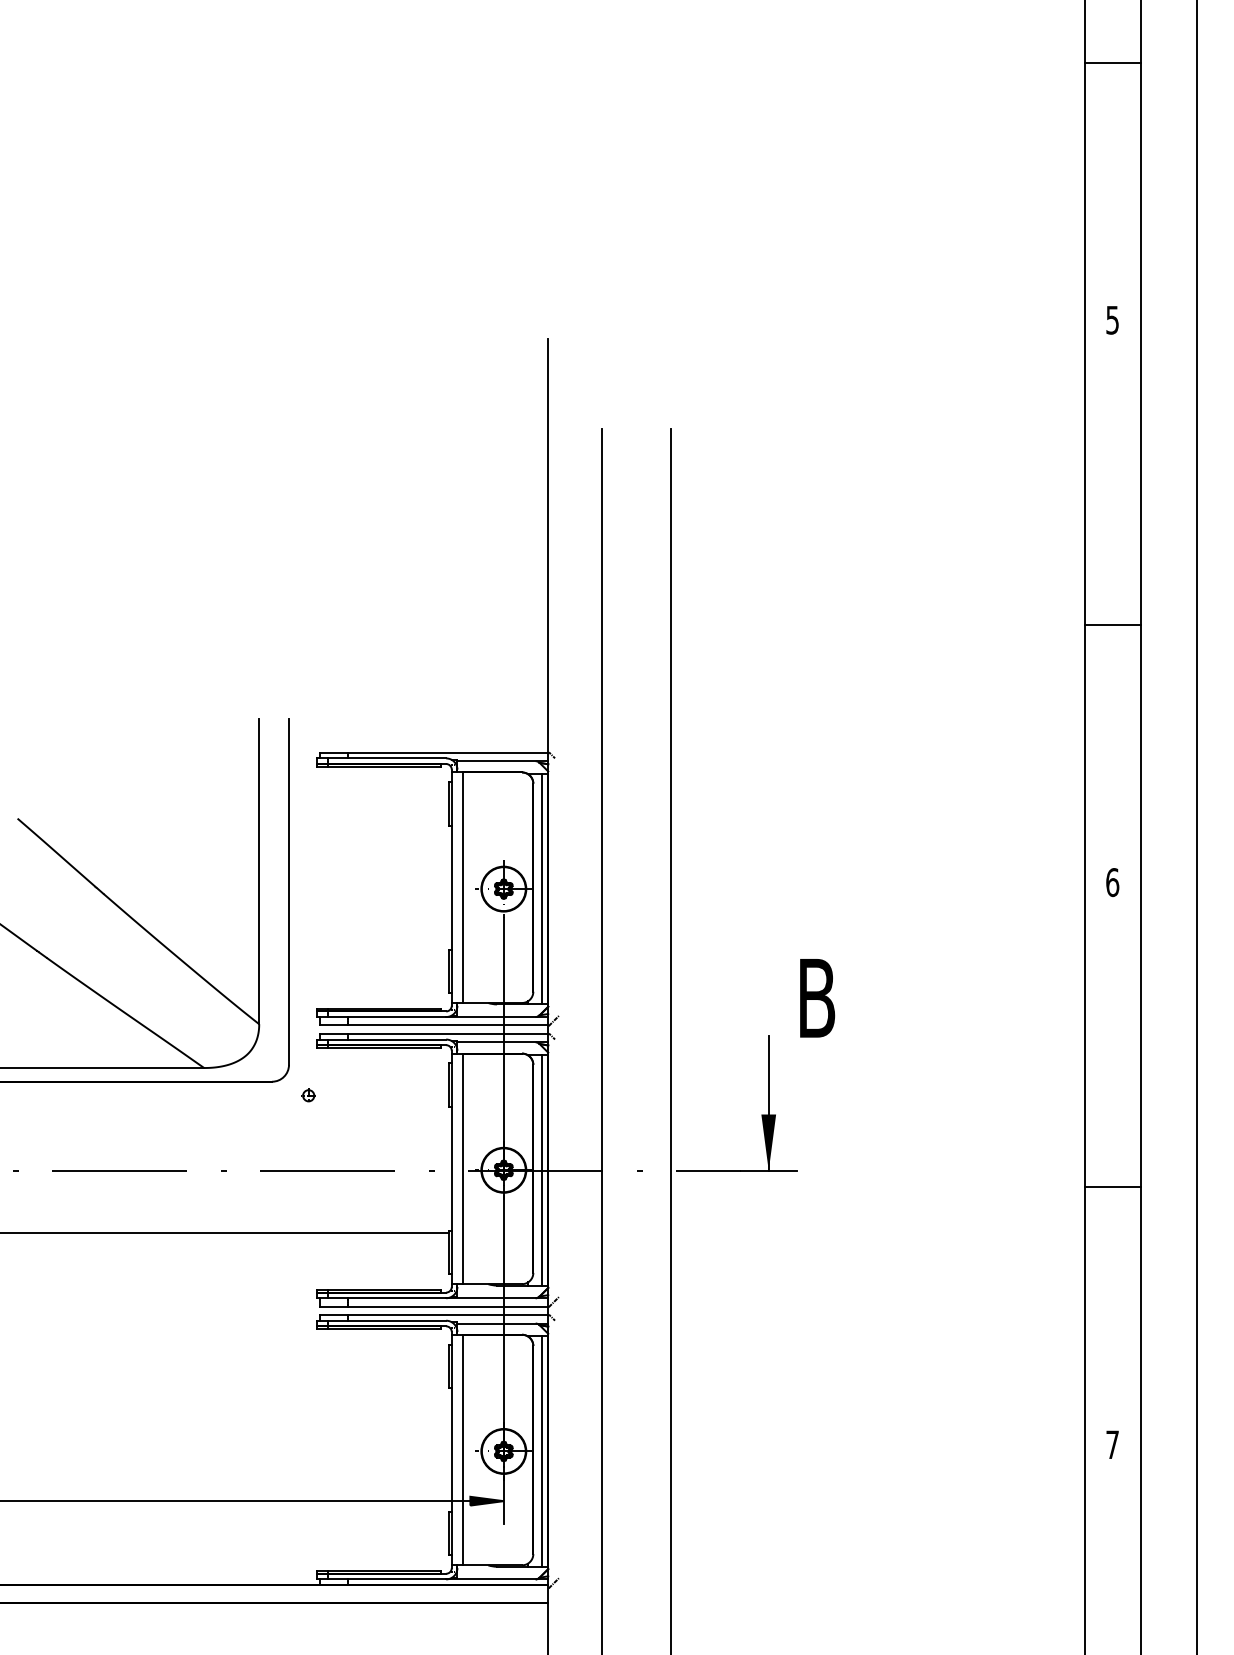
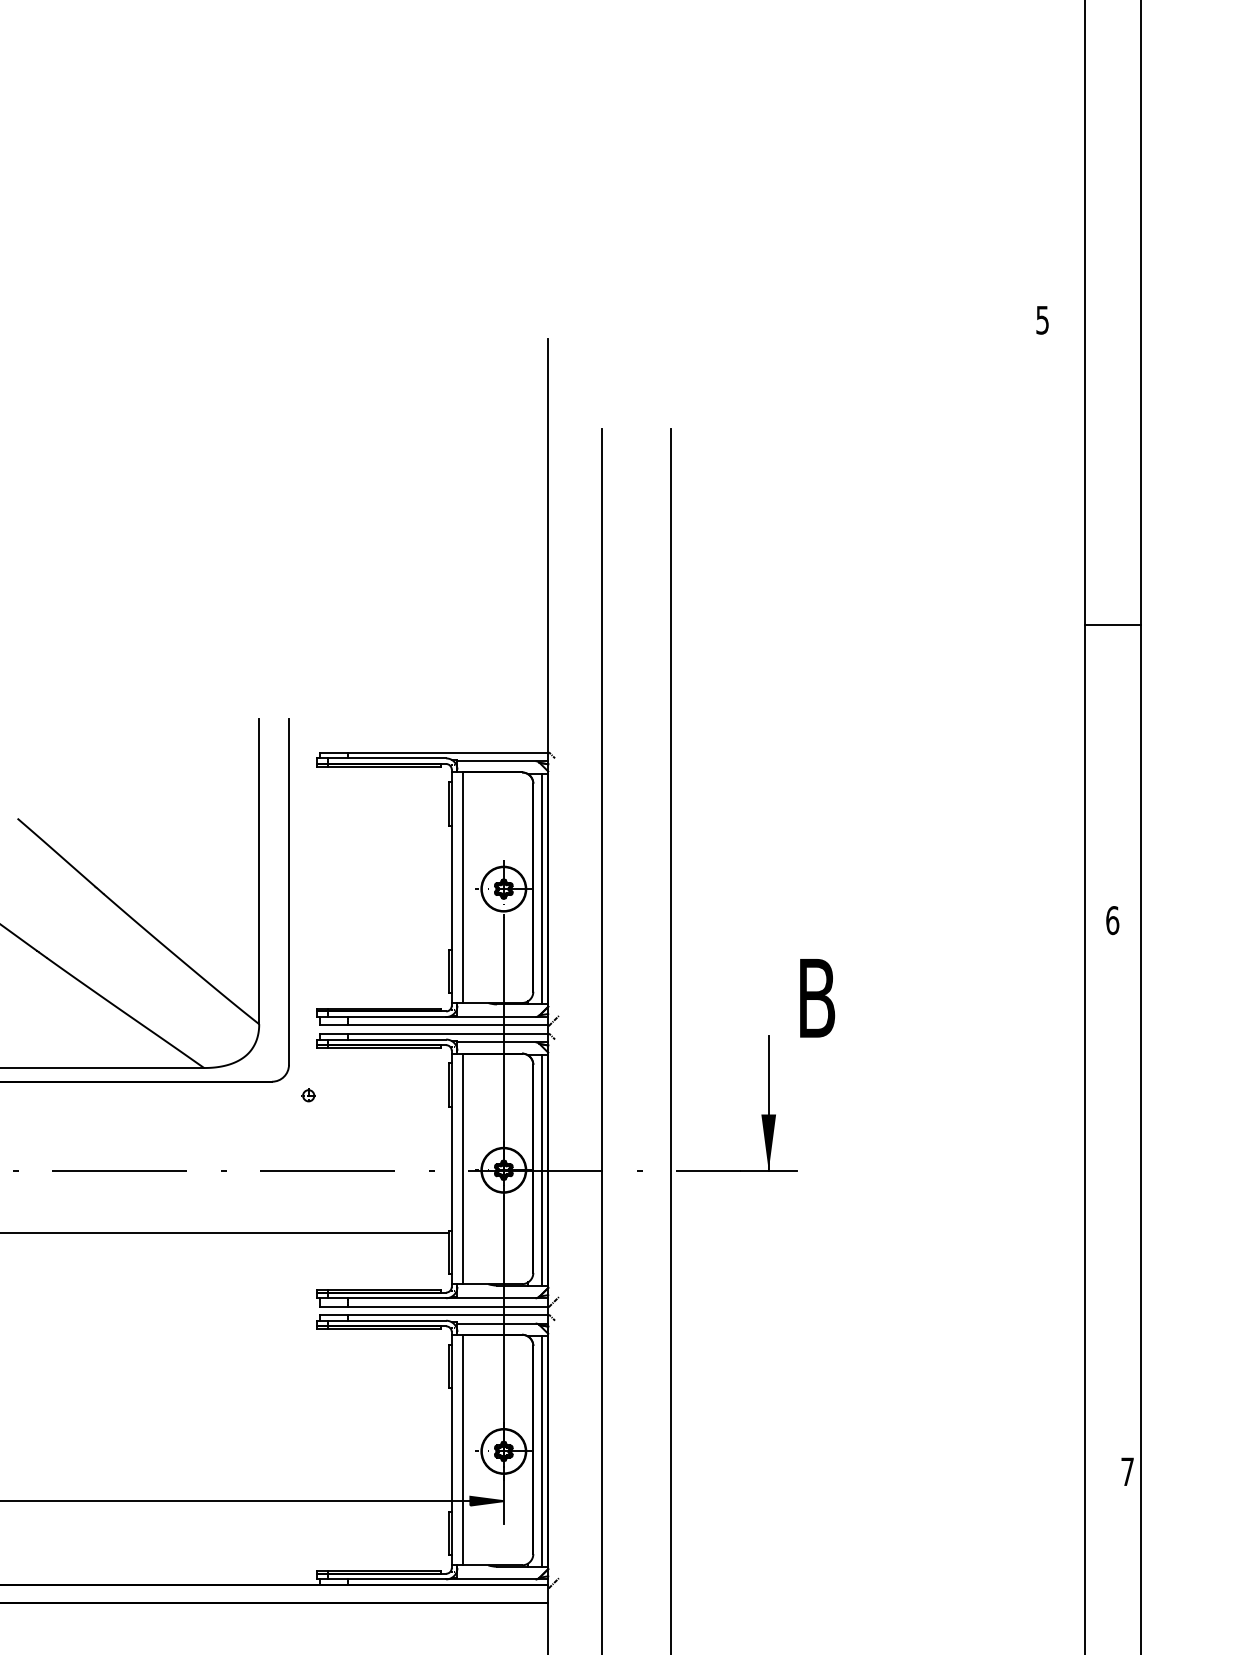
line at (1112, 62): present -> none
text at (1112, 320) position: (1112, 320) -> (1042, 320)
line at (1197, 826): present -> none
text at (1112, 882) position: (1112, 882) -> (1112, 920)
line at (1112, 1187): present -> none
text at (1112, 1444) position: (1112, 1444) -> (1127, 1471)
